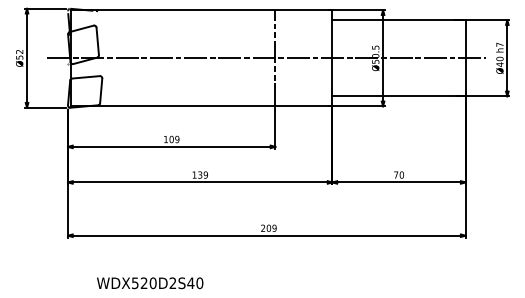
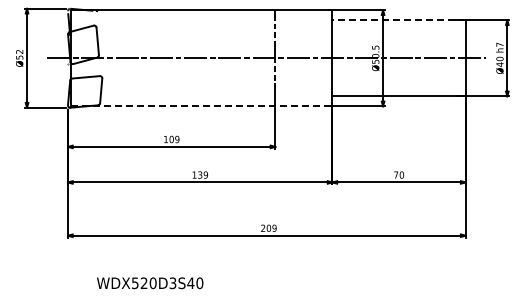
line at (399, 20): solid -> dashed
line at (201, 106): solid -> dashed
text at (172, 283): WDX520D2S40 -> WDX520D3S40
